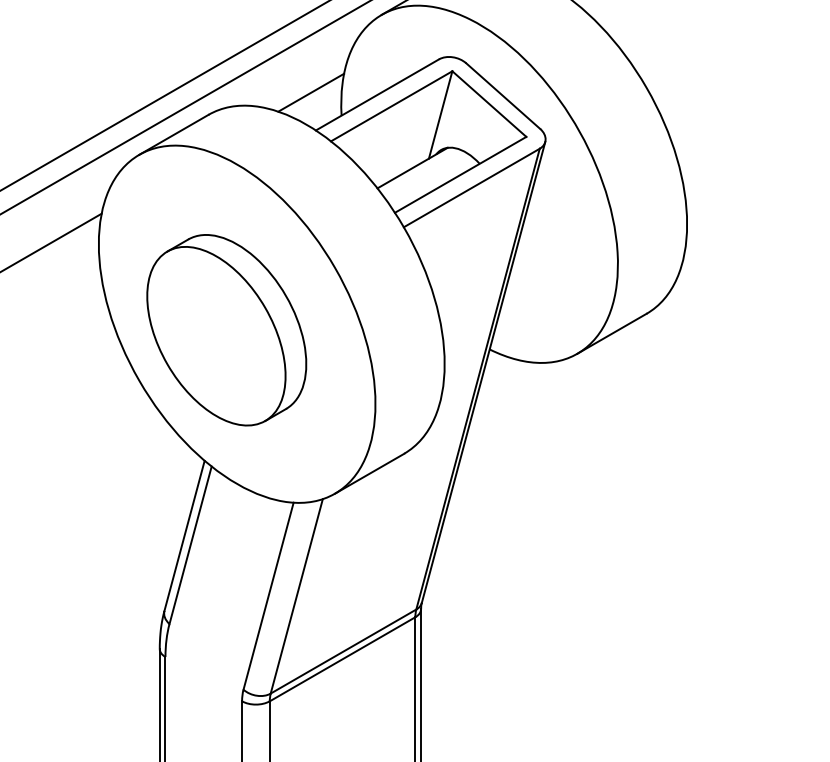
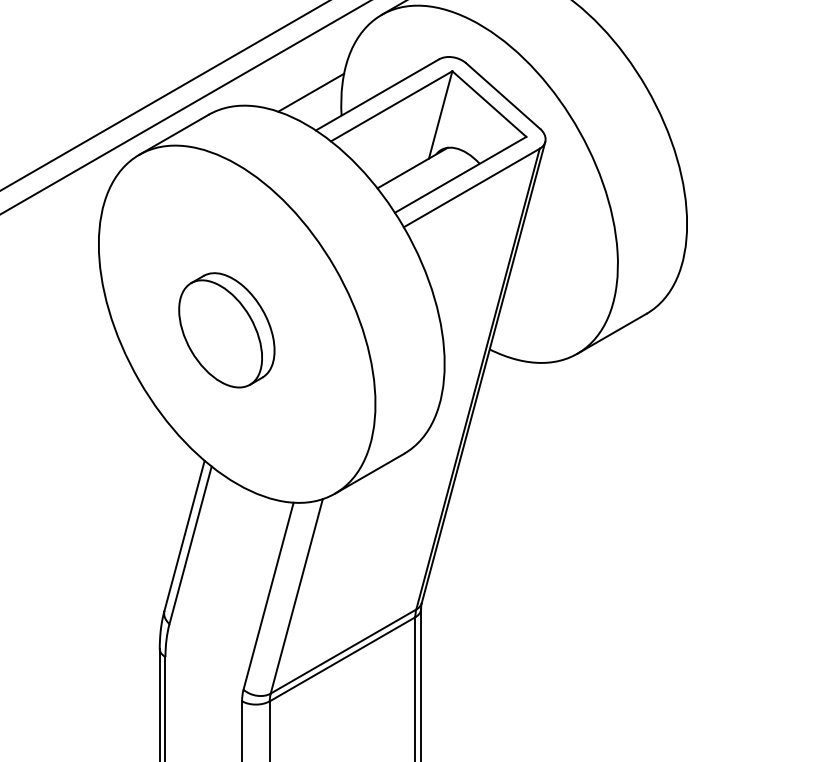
line at (51, 241): present -> none
part at (226, 330) size: 162x193 px -> 98x117 px
